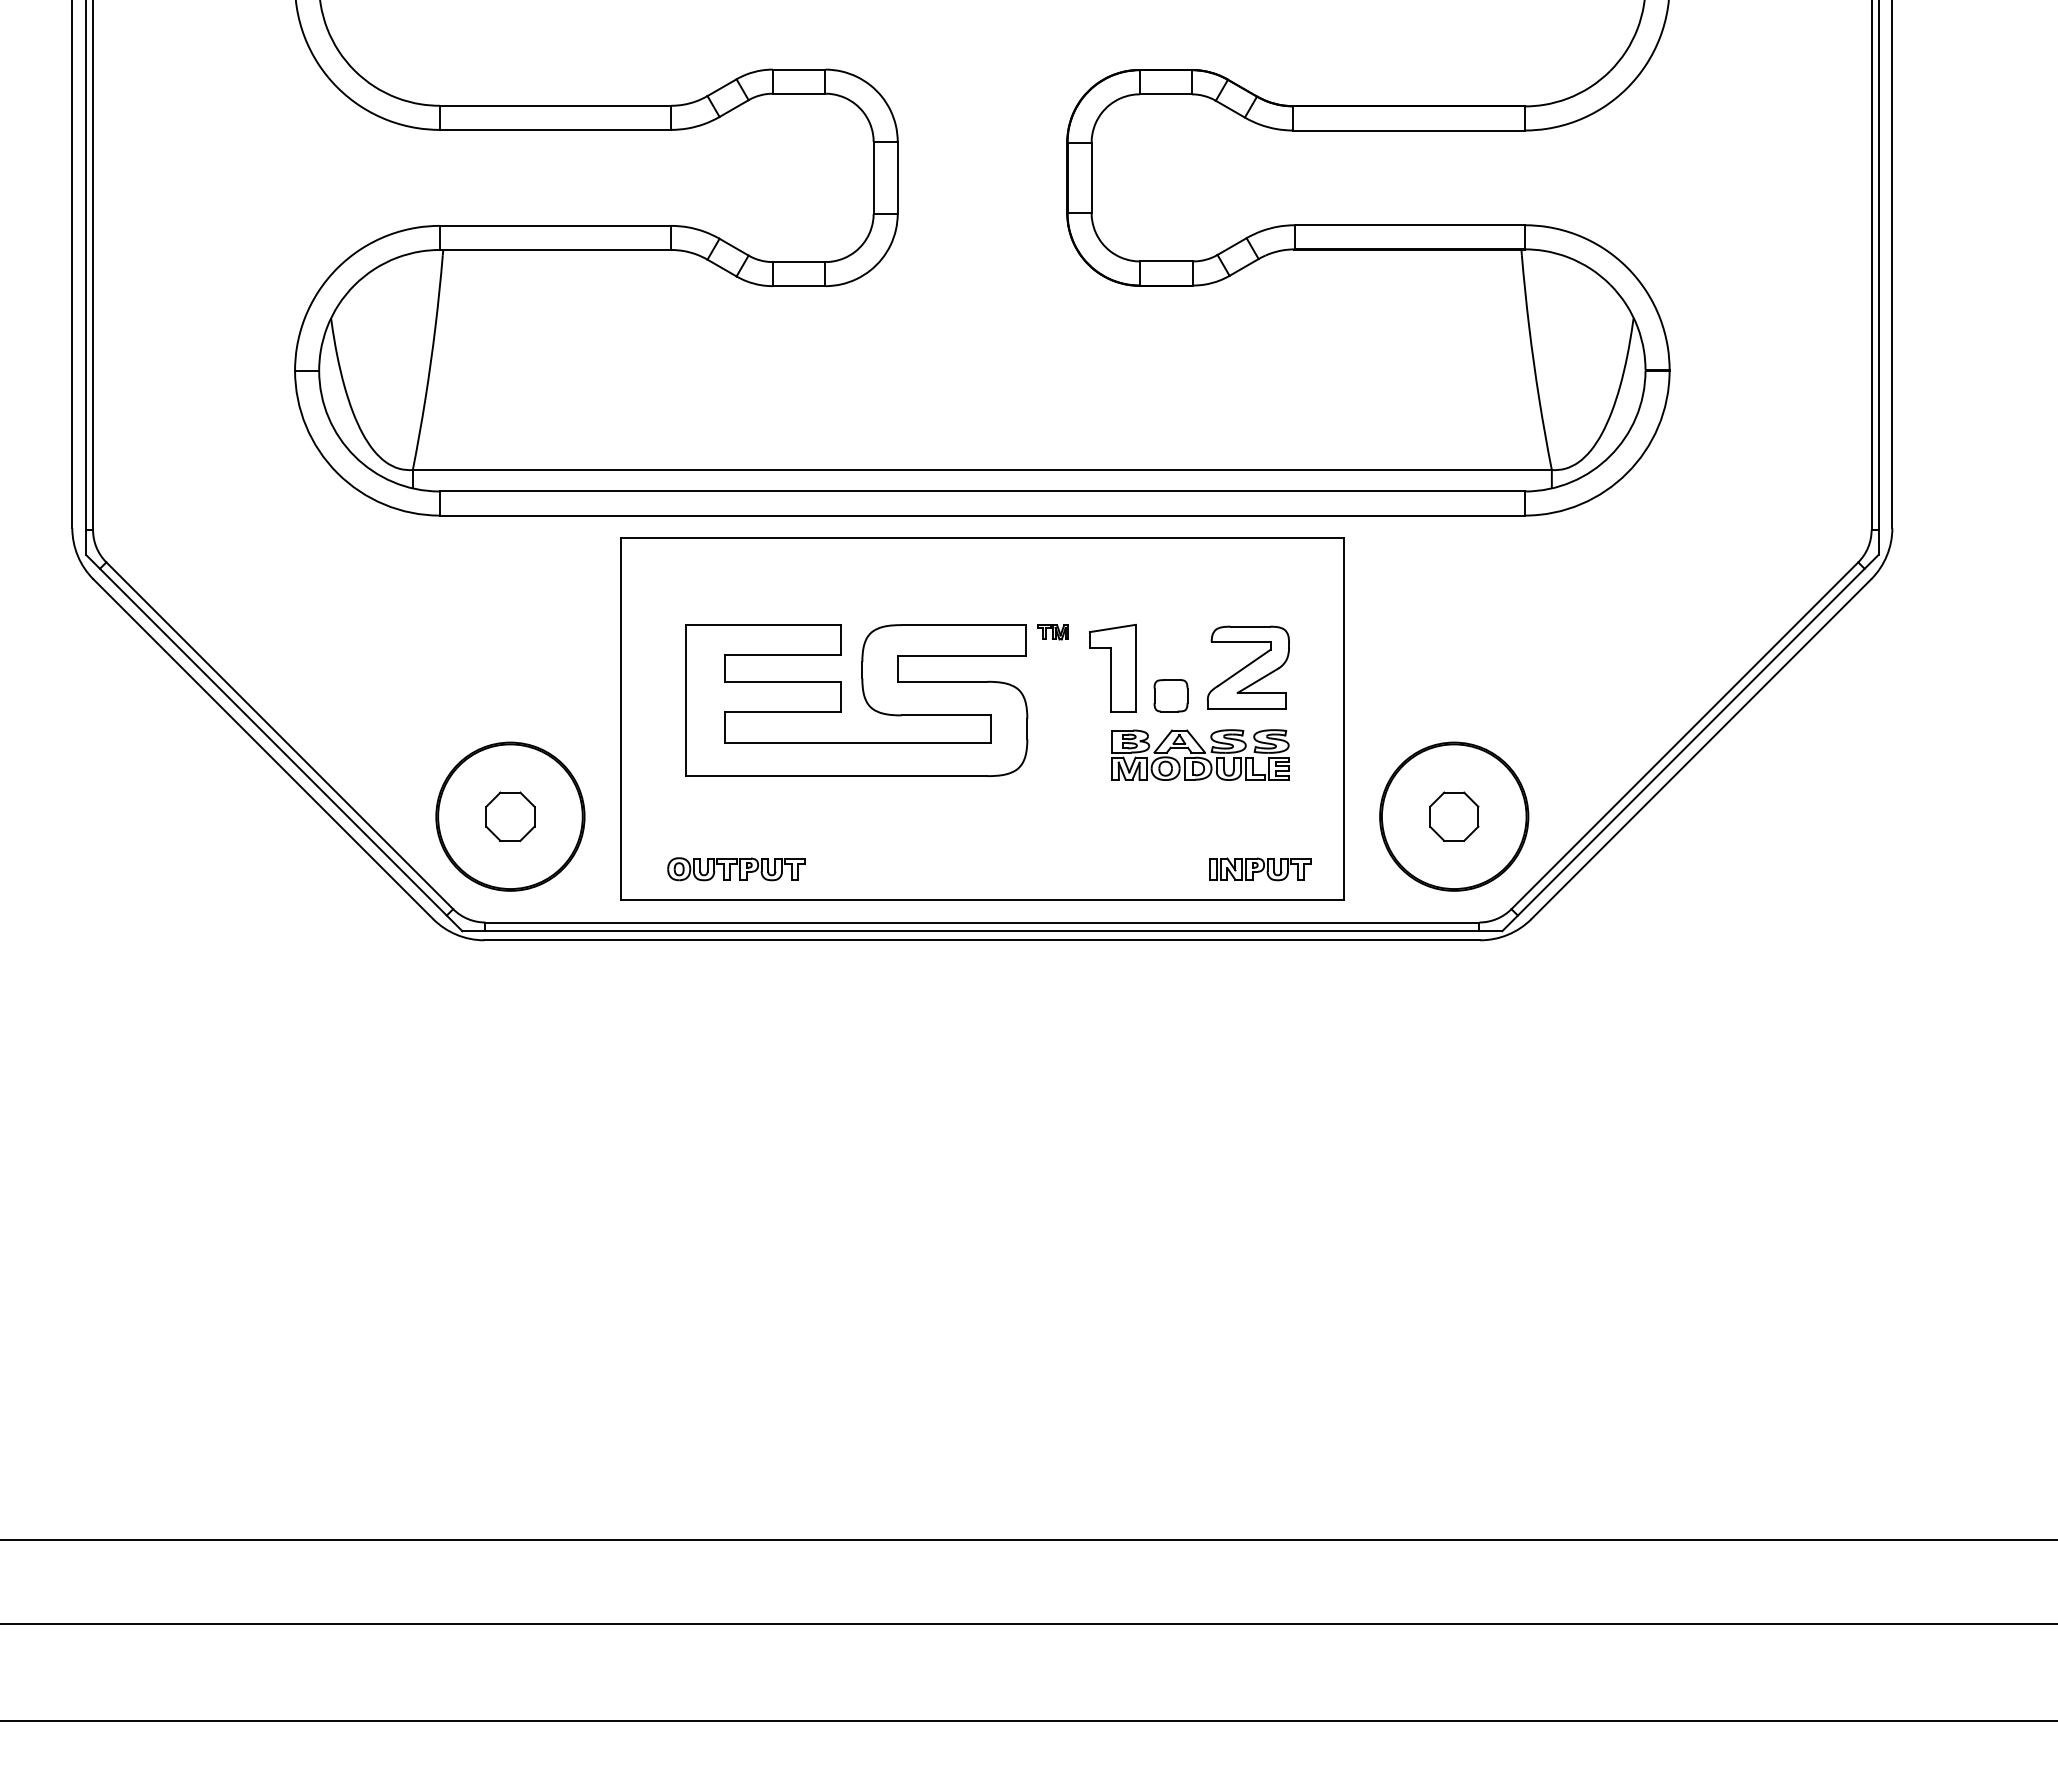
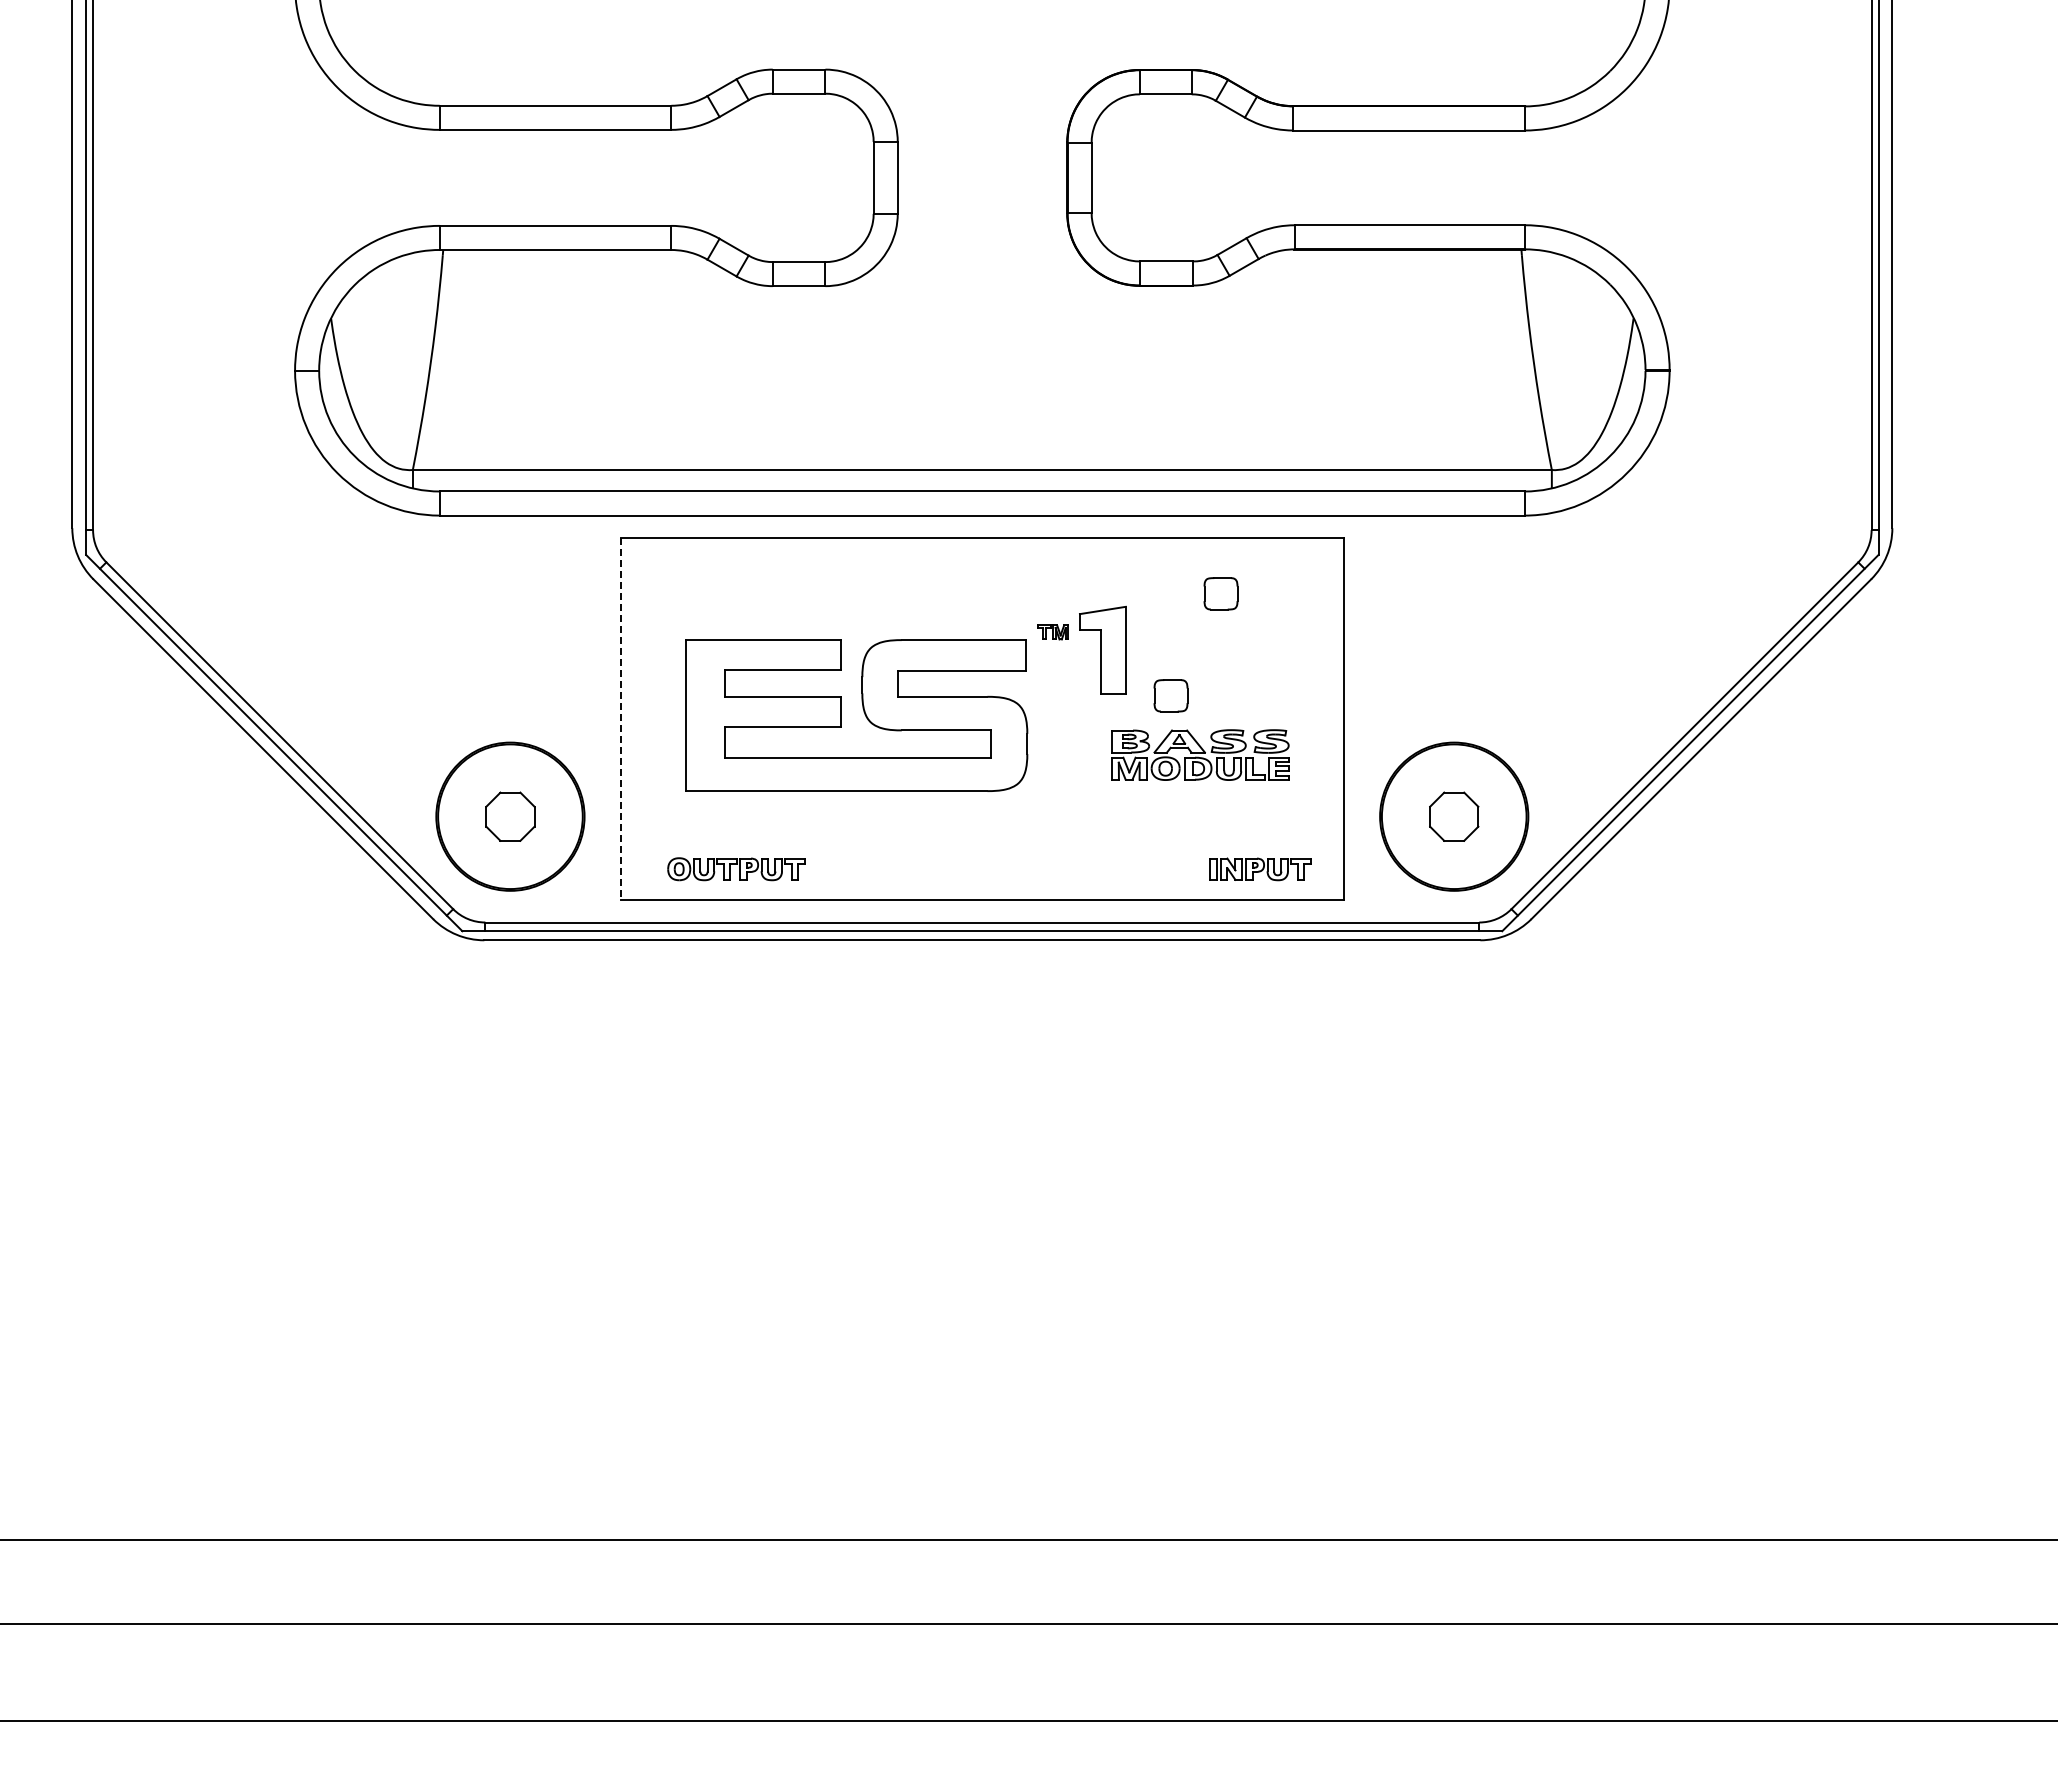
part at (1220, 593): none -> present
part at (1112, 667) position: (1112, 667) -> (1102, 649)
part at (1247, 667): present -> none
part at (863, 697) position: (863, 697) -> (863, 712)
line at (620, 719): solid -> dashed
